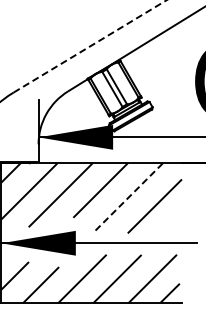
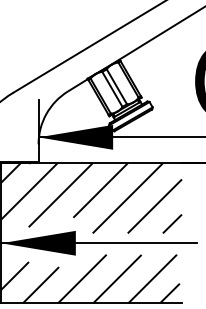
line at (90, 46): dashed -> solid
line at (127, 198): dashed -> solid
line at (172, 223): none -> present
